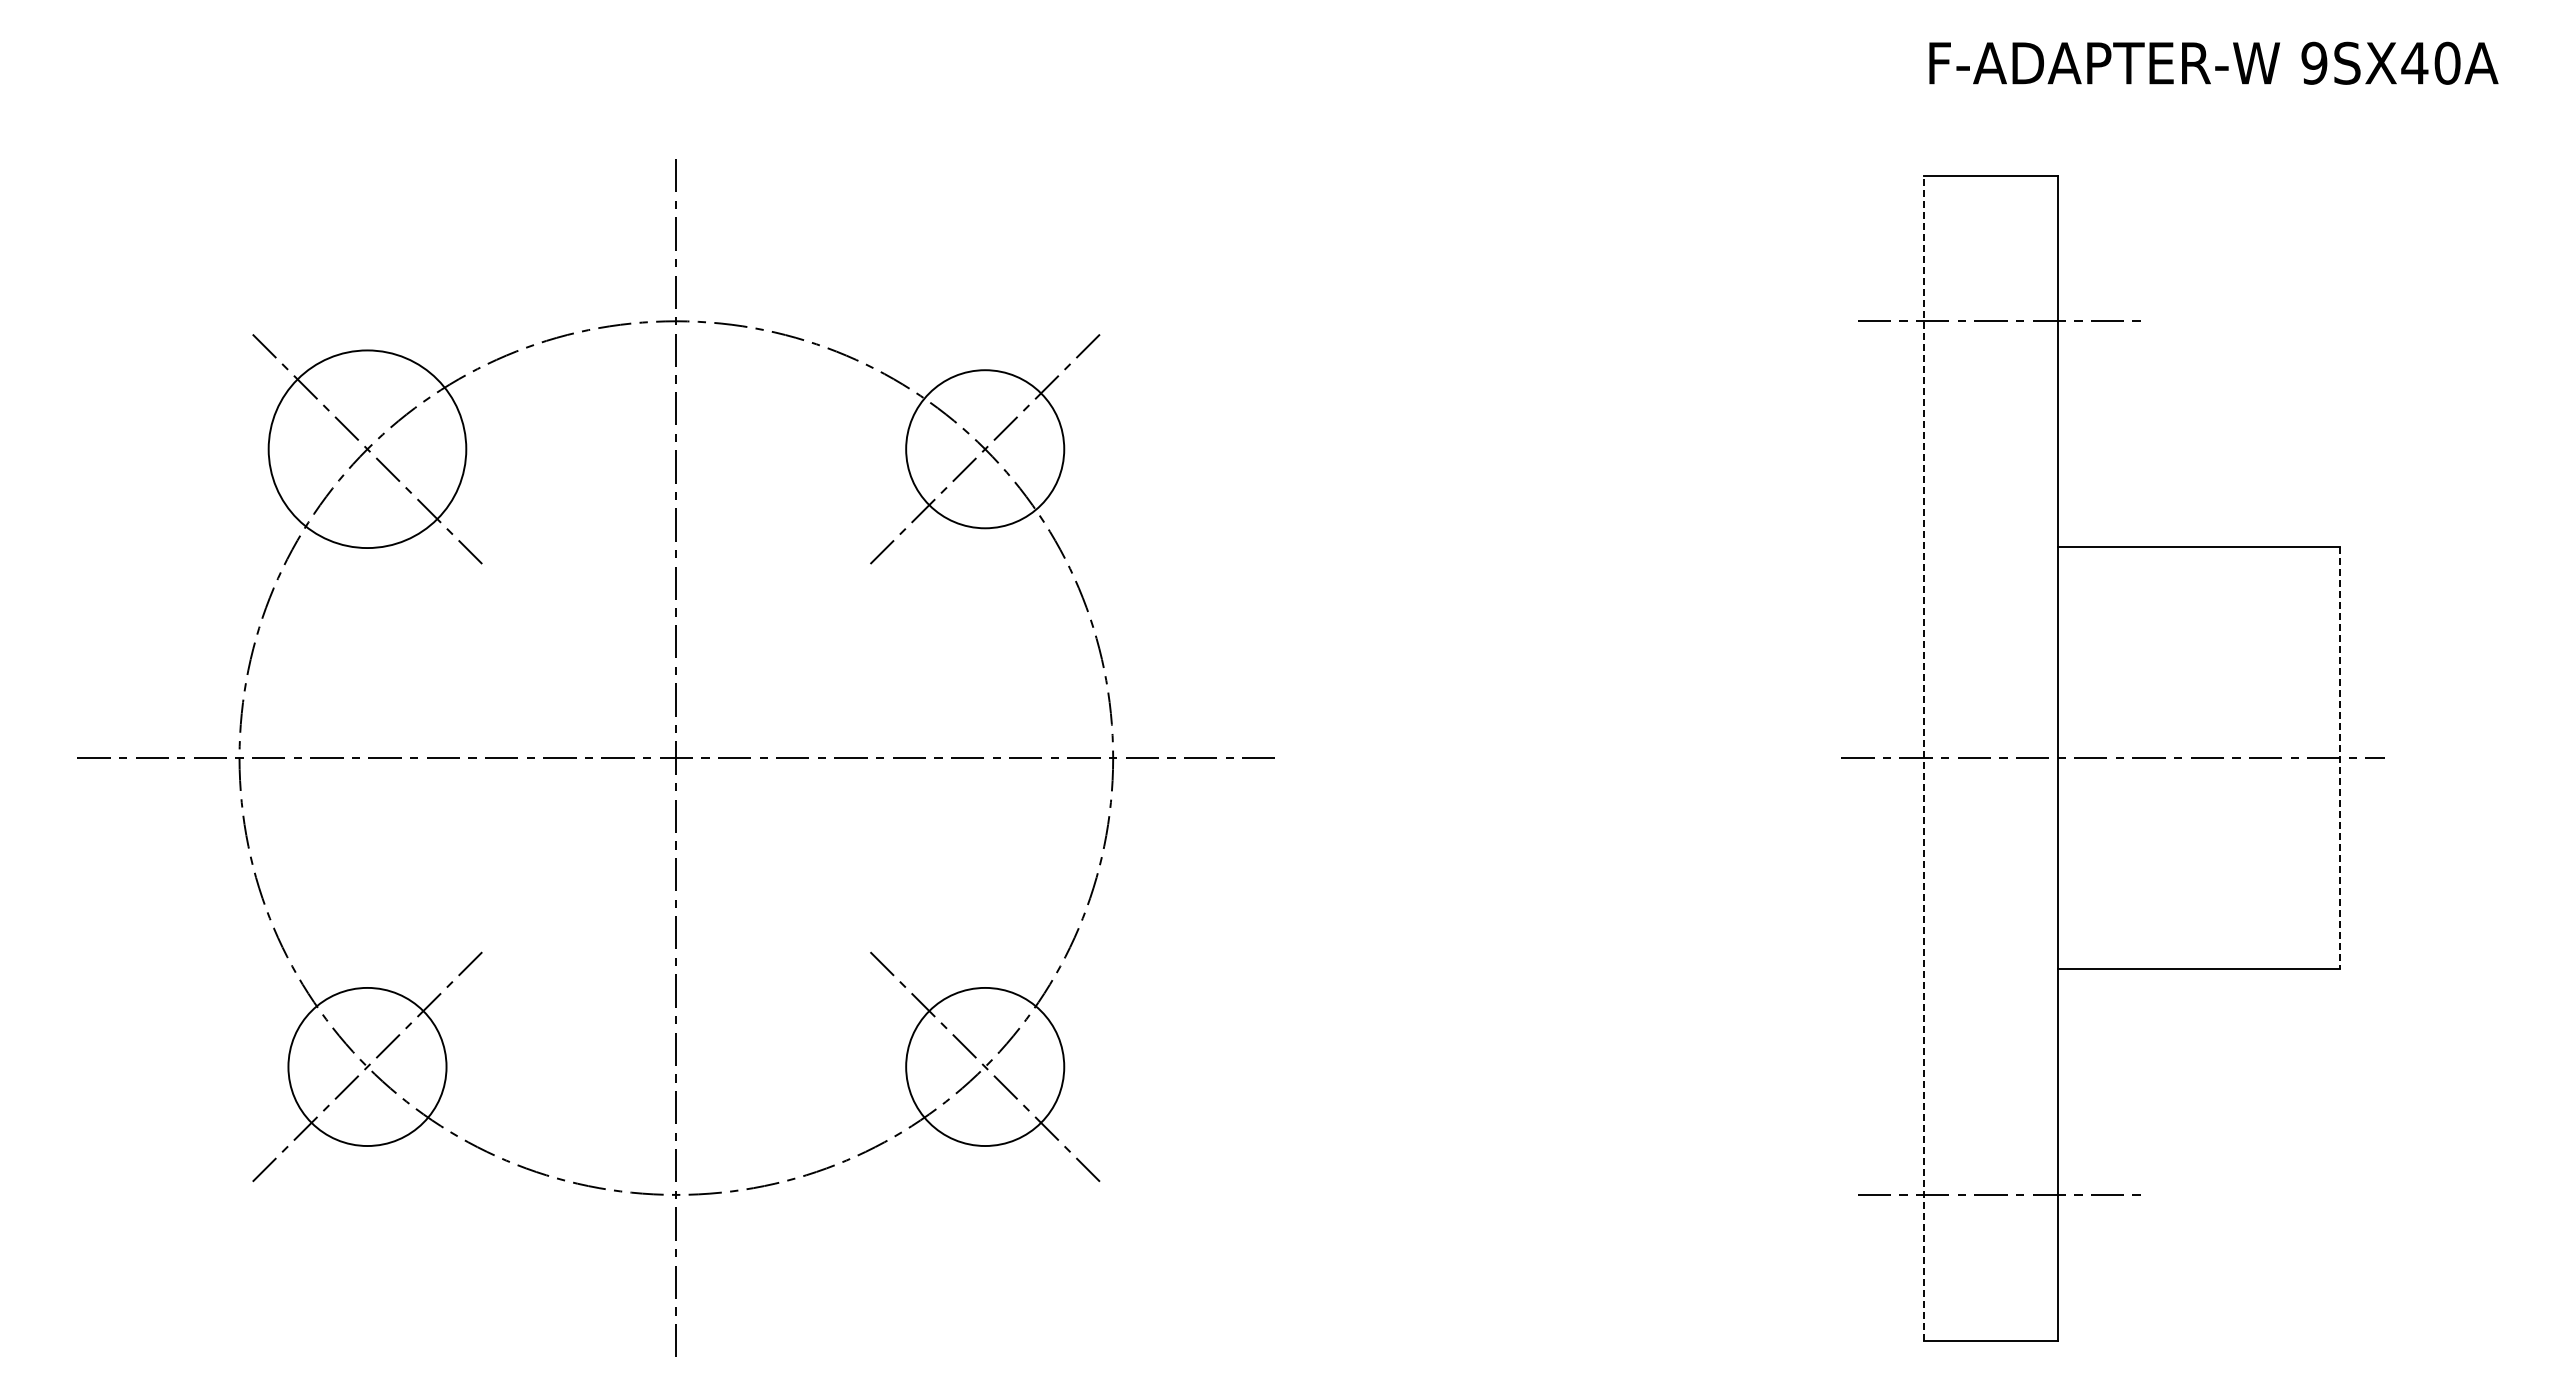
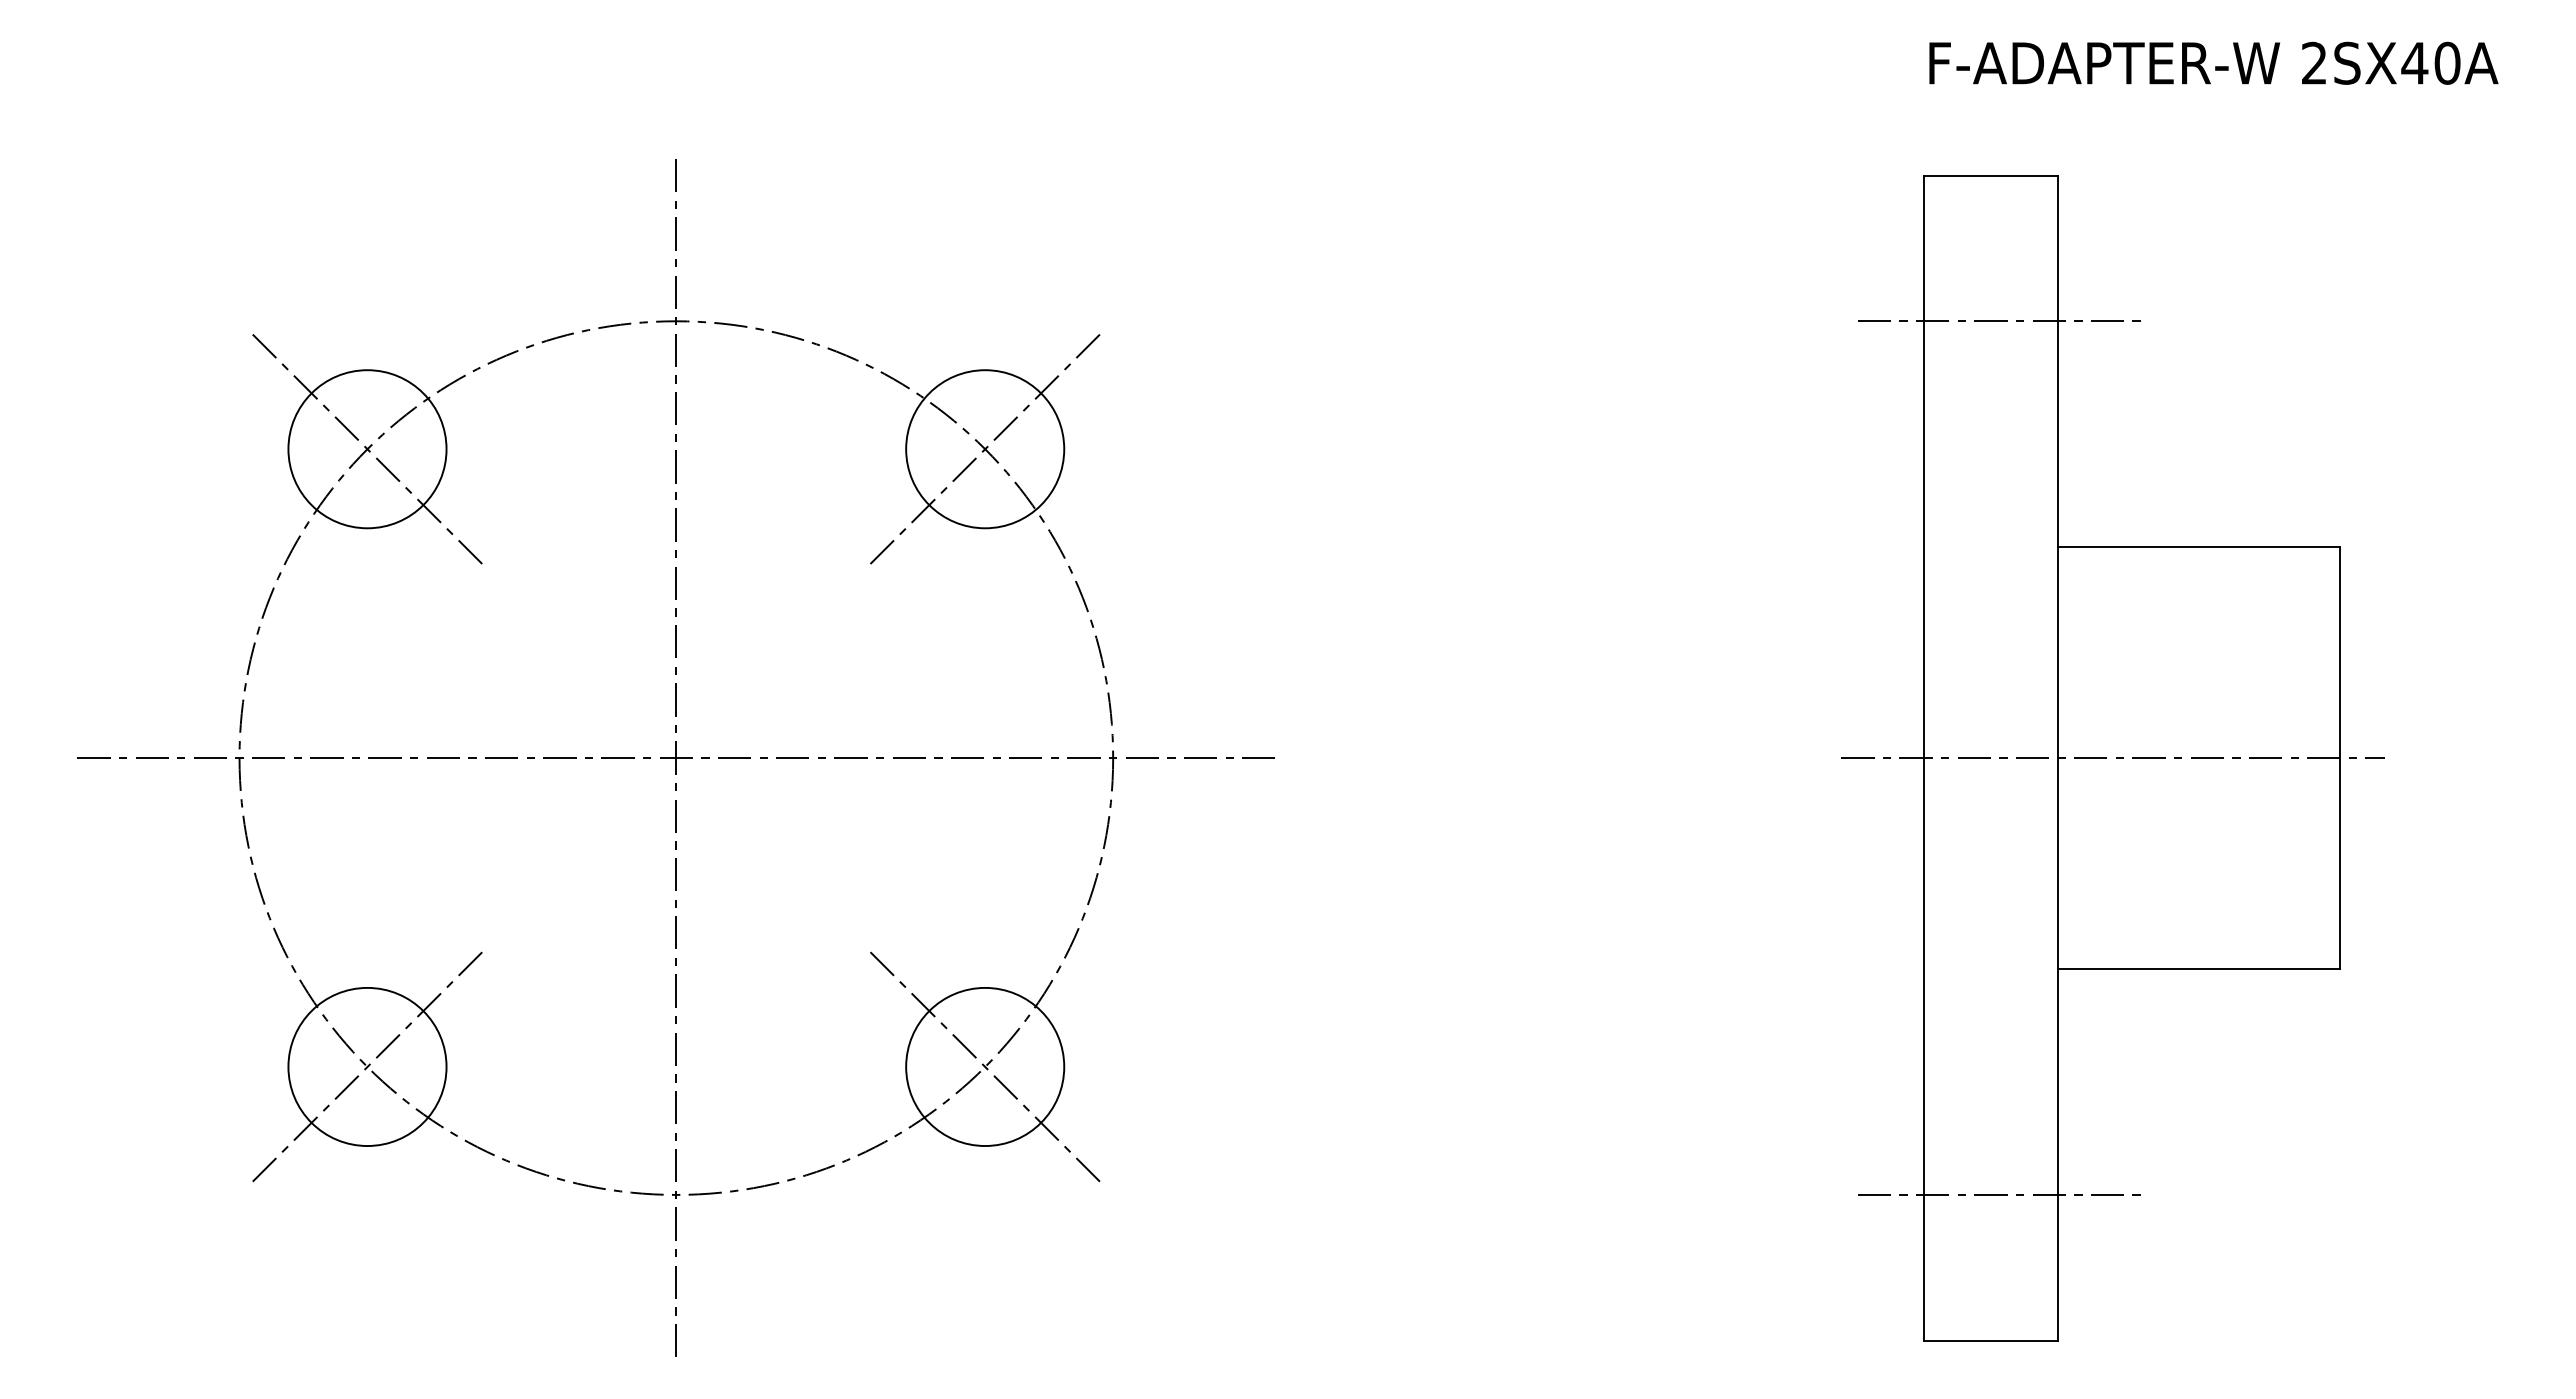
text at (2314, 62): 9SX40A -> 2SX40A
circle at (367, 449) diameter: 198 px -> 158 px
line at (1924, 757): dashed -> solid
line at (2340, 758): dashed -> solid
